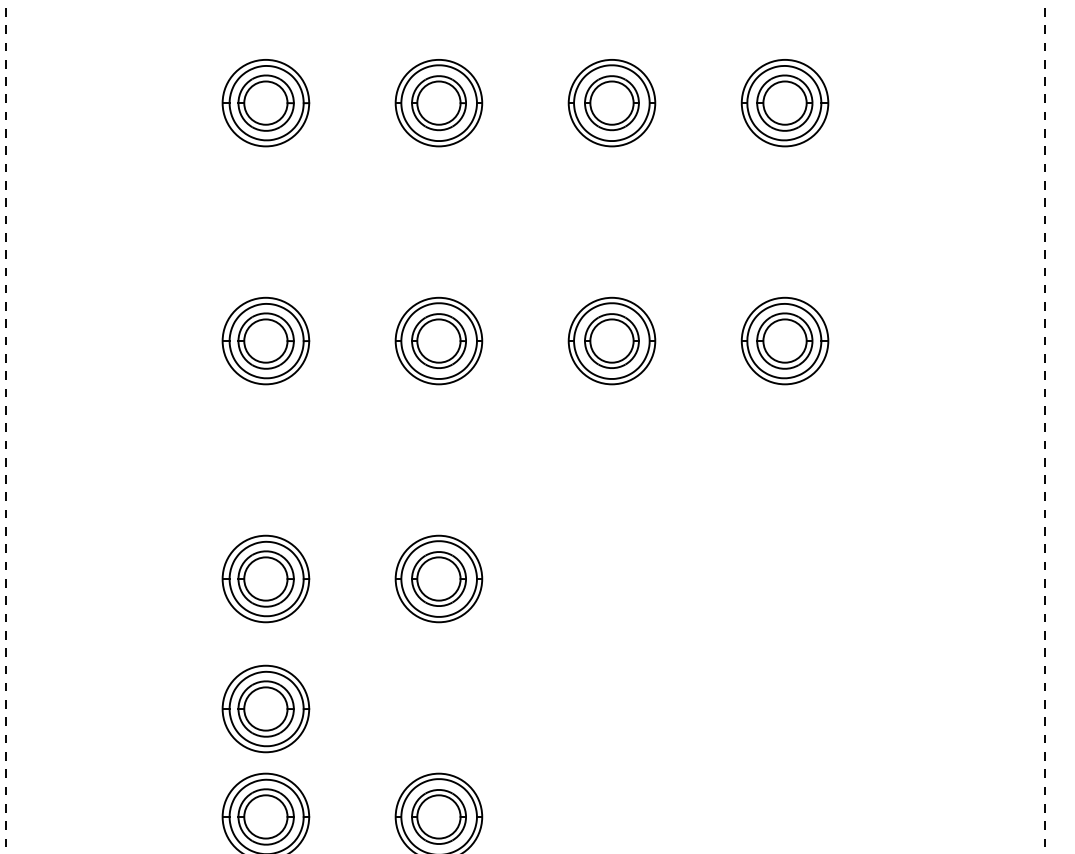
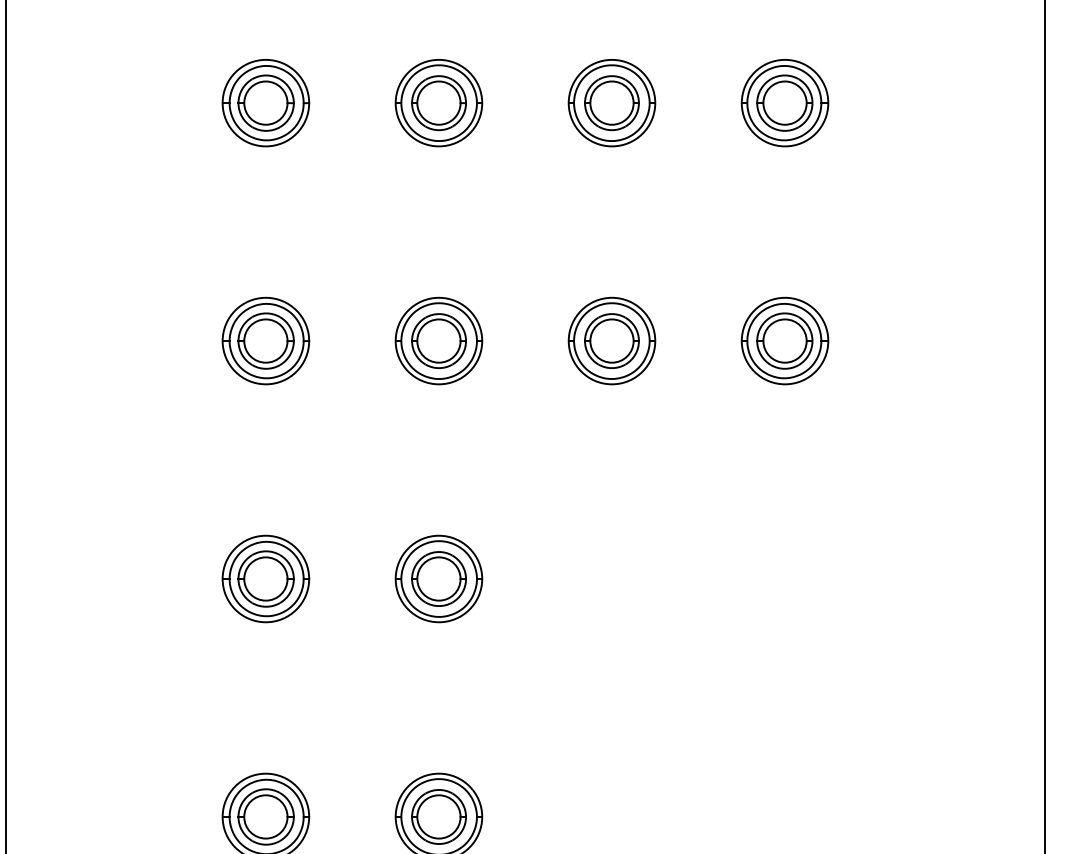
line at (6, 427): dashed -> solid
line at (1044, 427): dashed -> solid
part at (265, 708): present -> none
